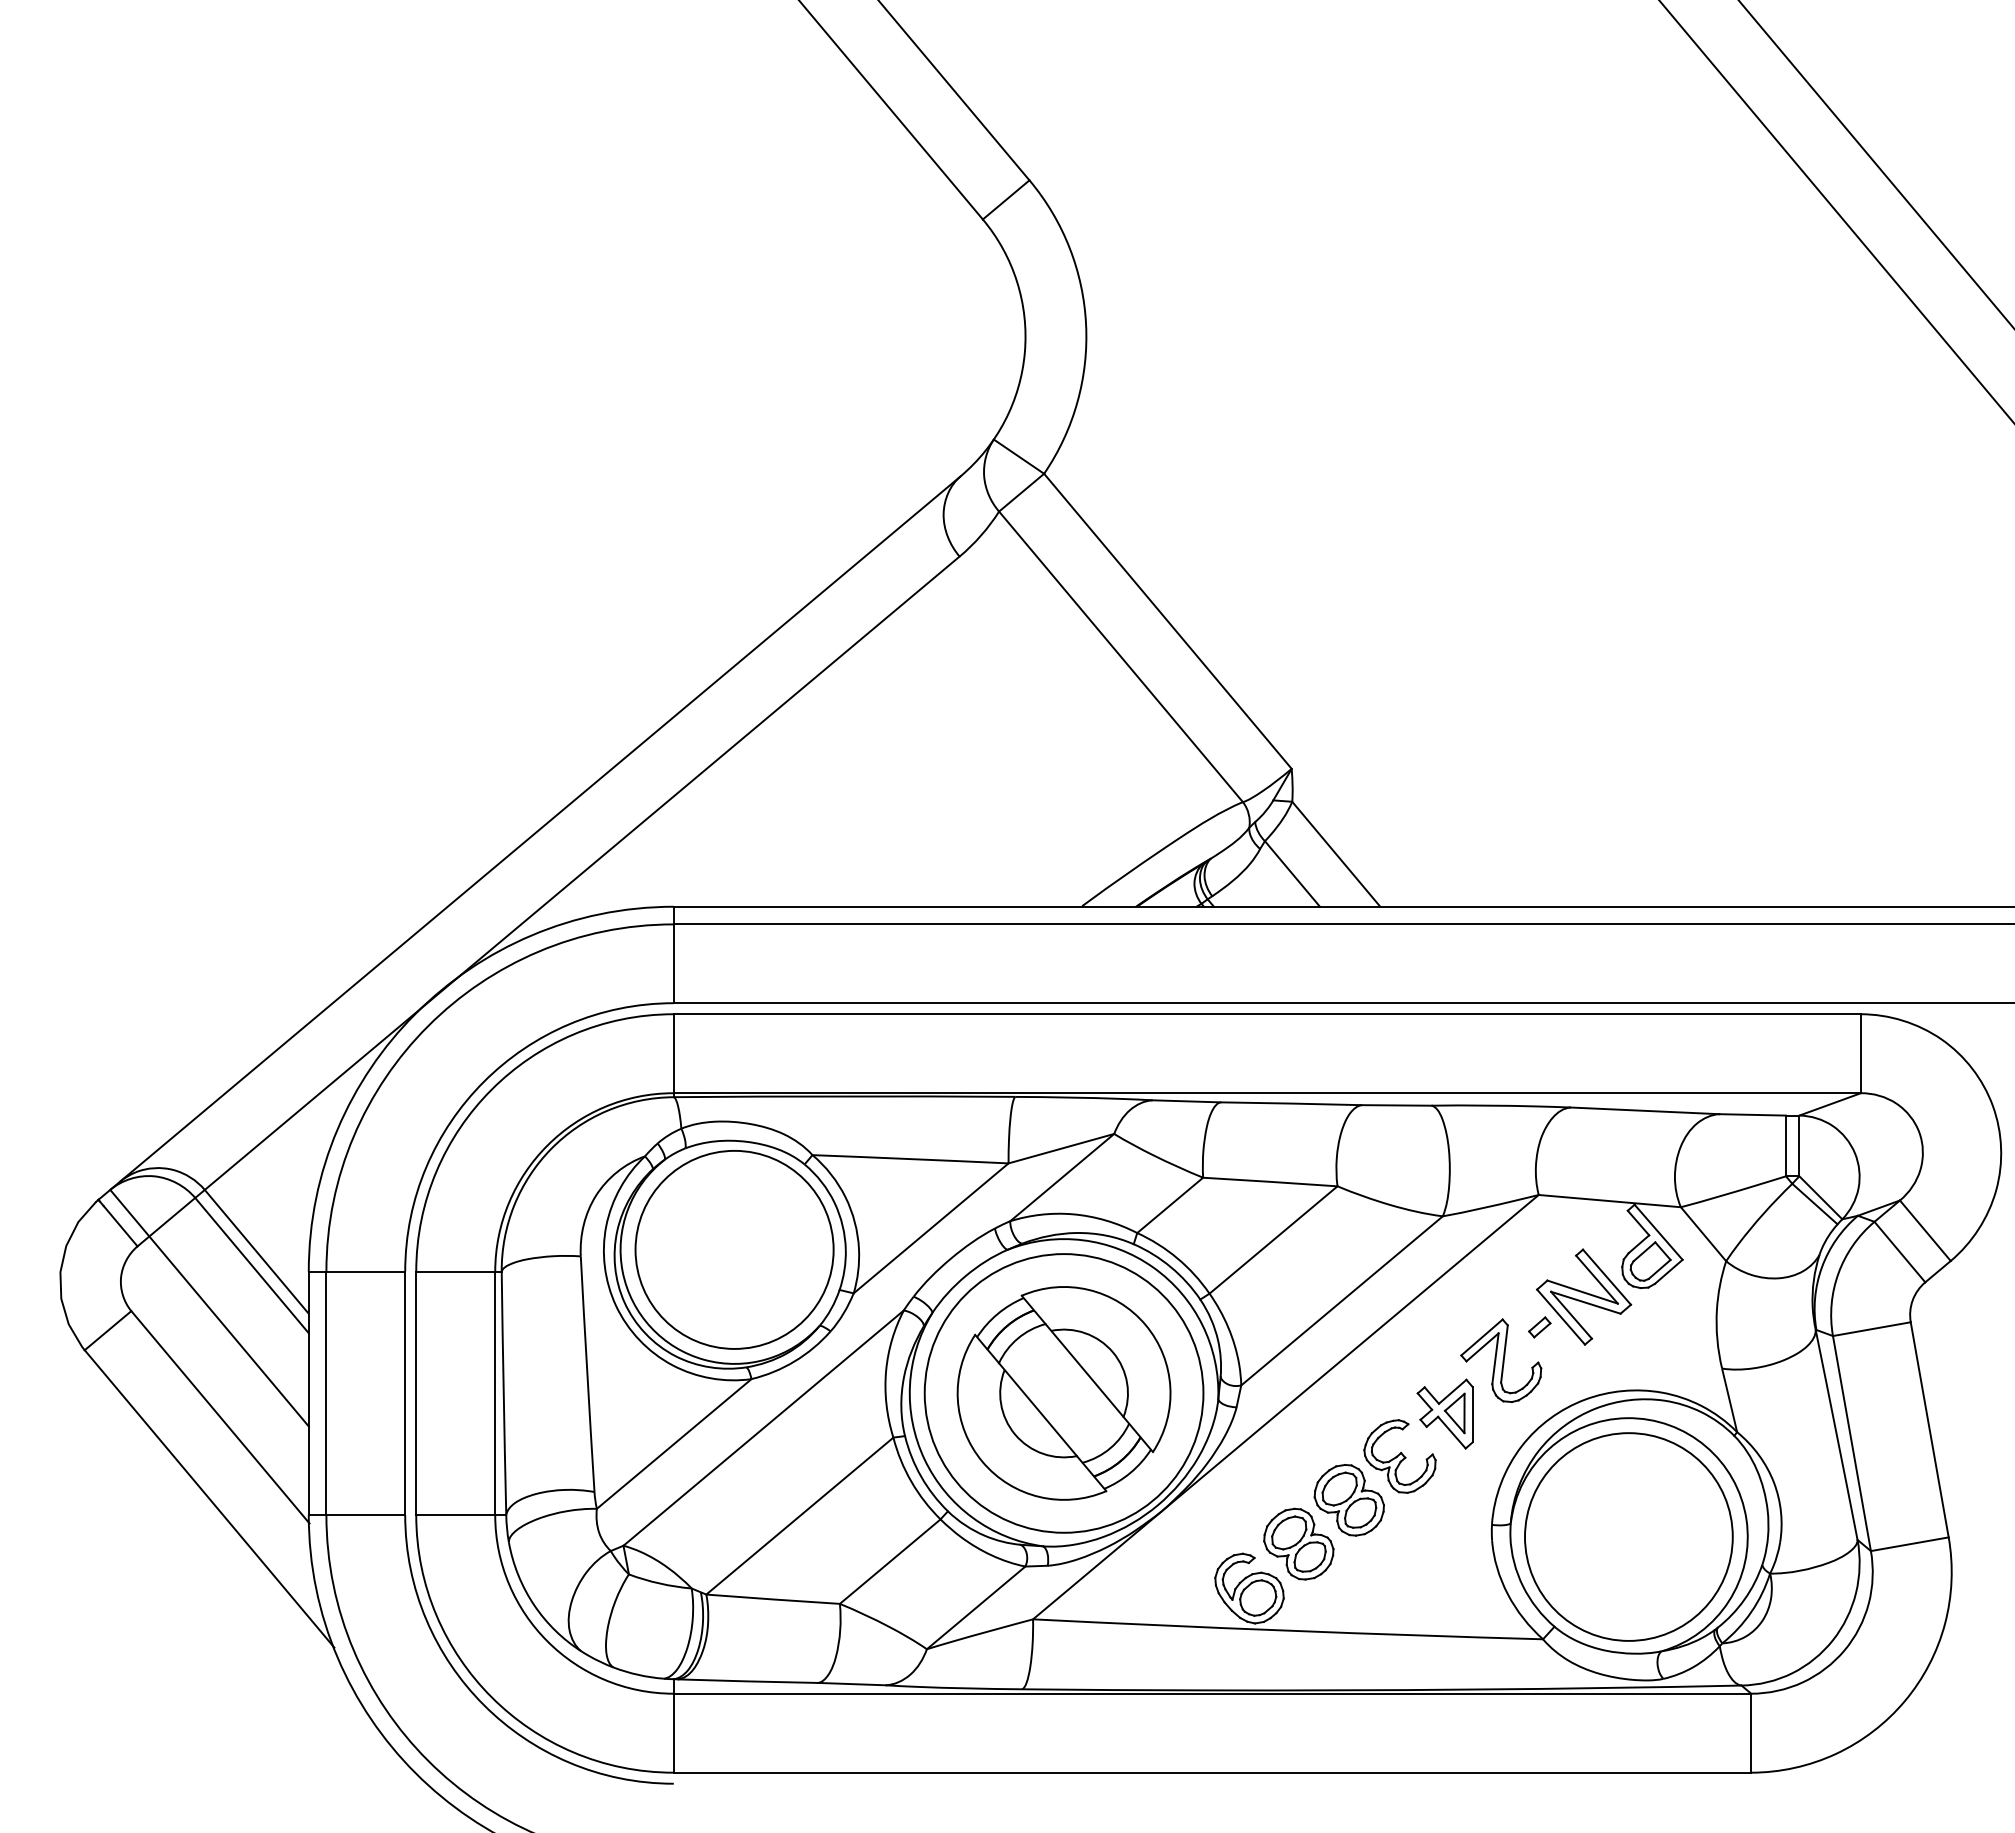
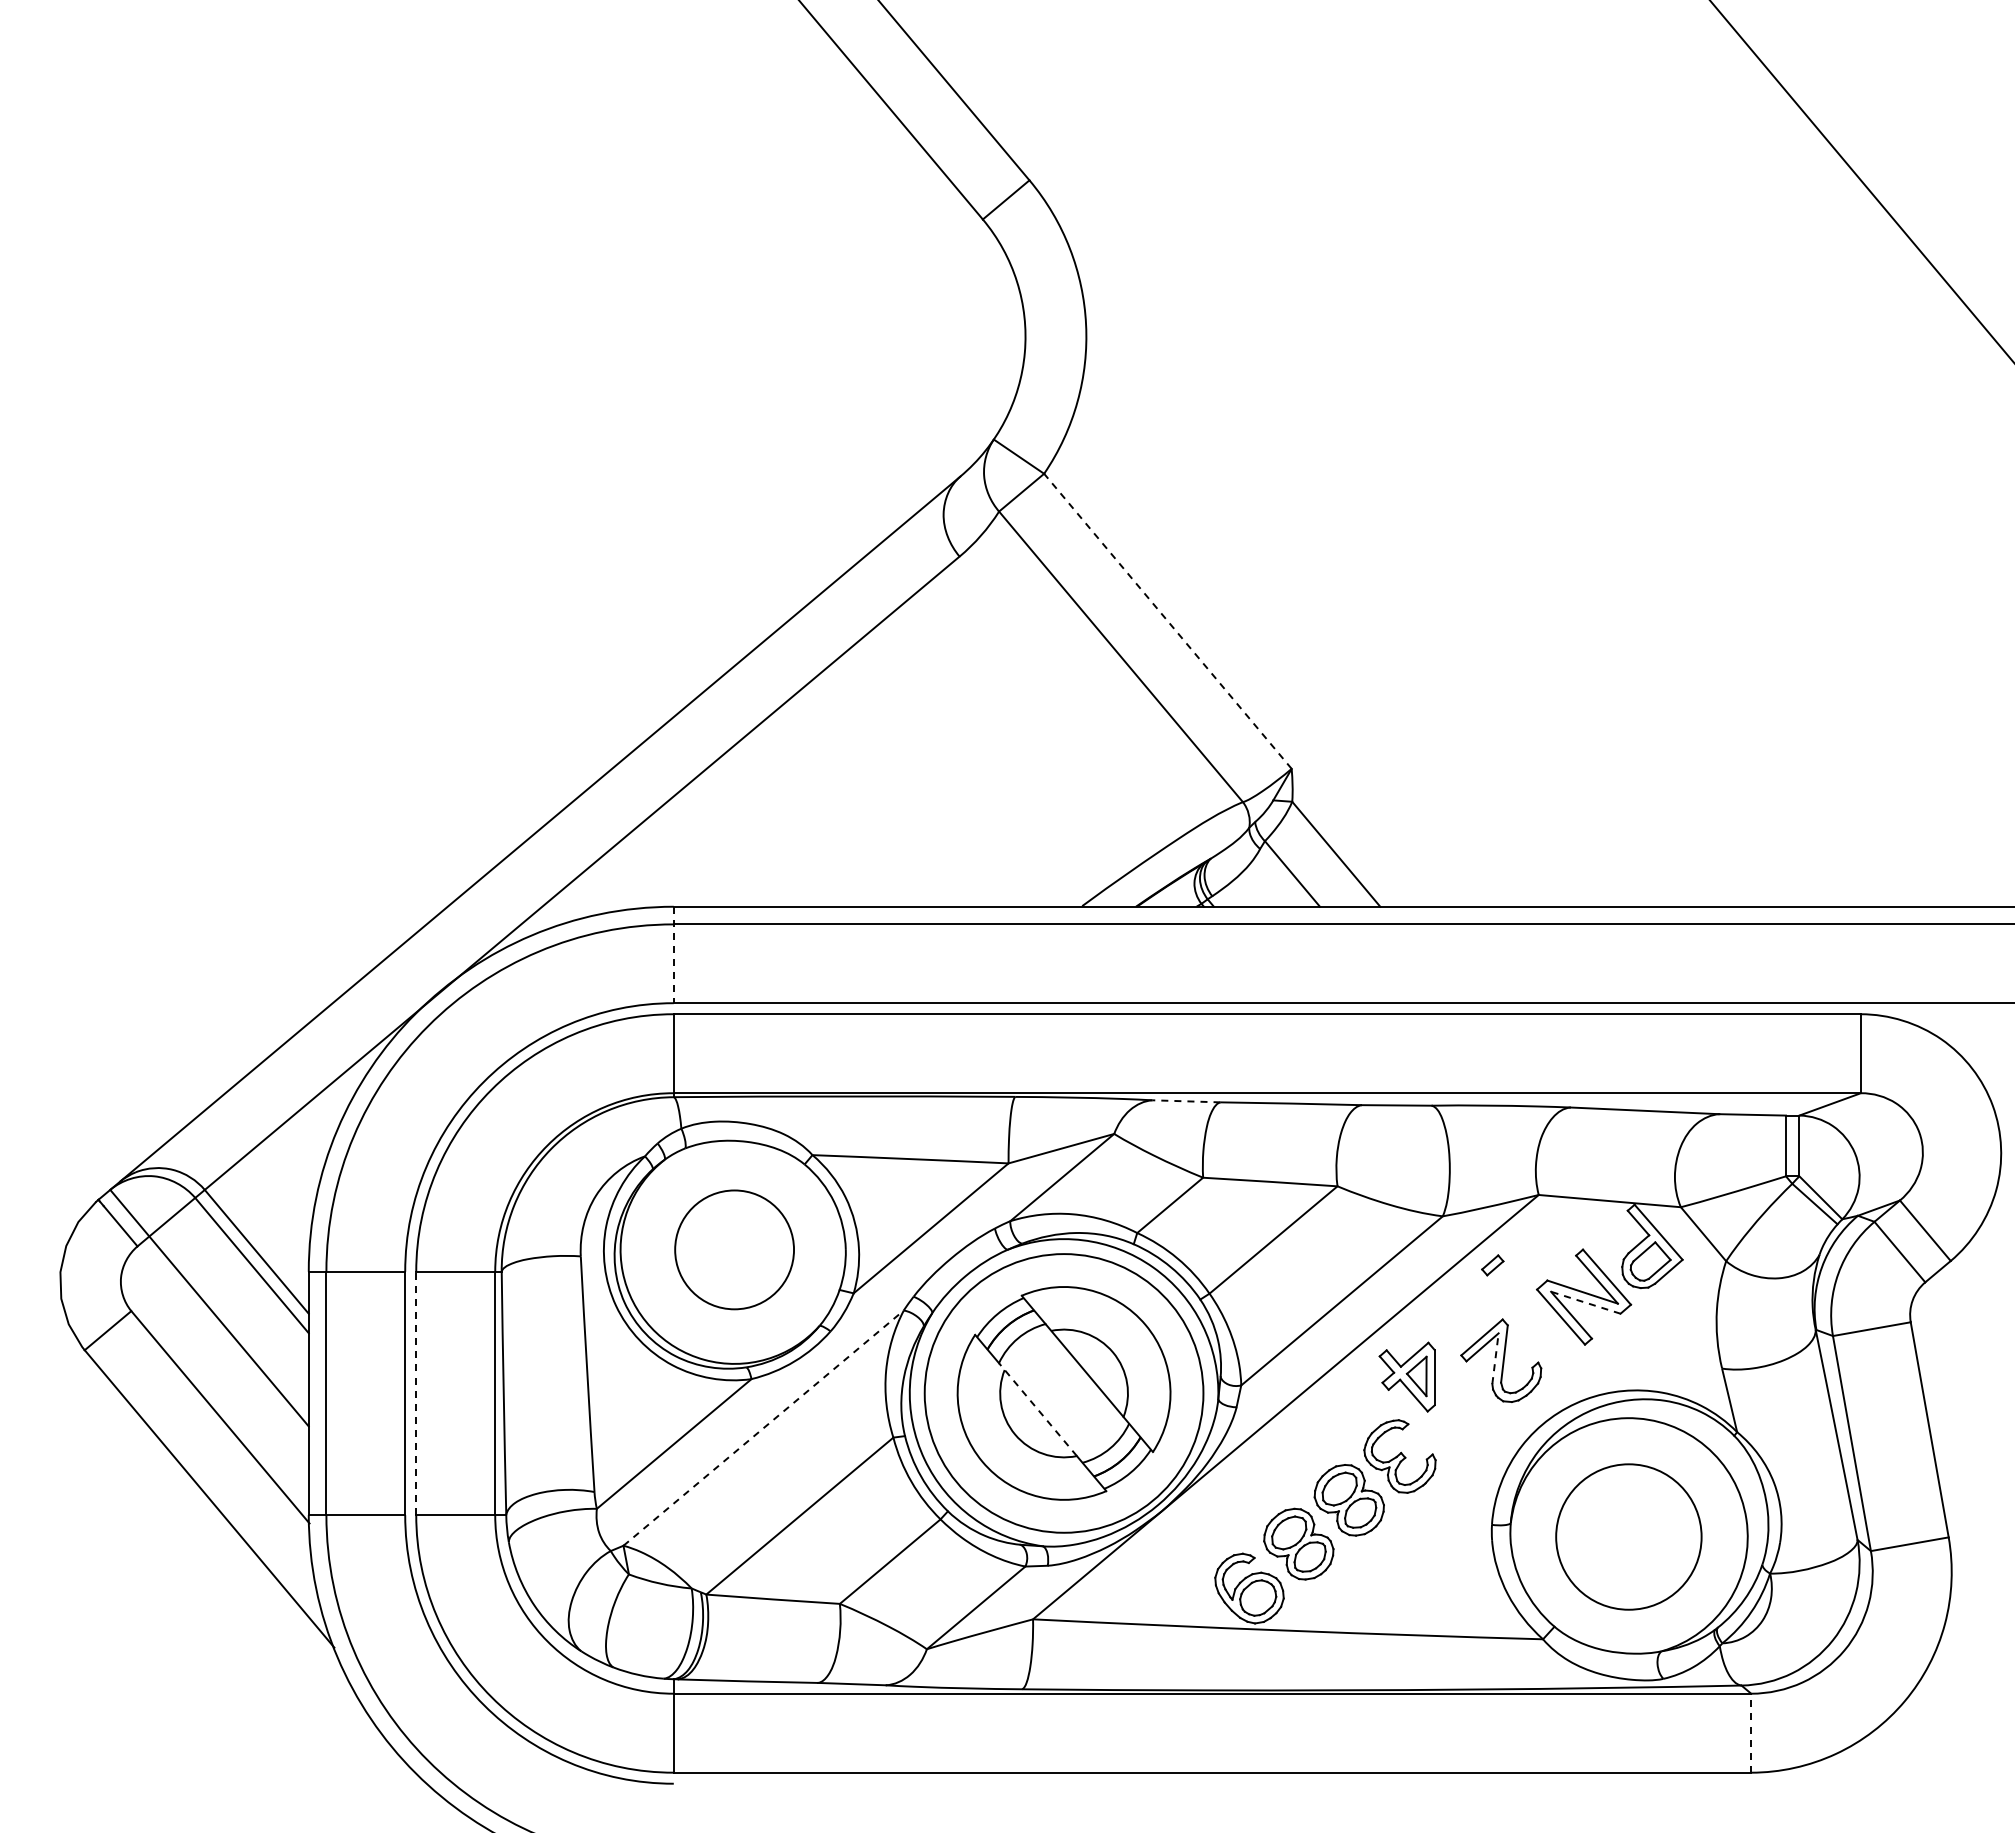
line at (1875, 163) position: (1875, 163) -> (1861, 180)
line at (1835, 211): present -> none
line at (1167, 621): solid -> dashed
line at (673, 955): solid -> dashed
line at (1186, 1101): solid -> dashed
circle at (734, 1249) diameter: 198 px -> 119 px
line at (1585, 1302): solid -> dashed
part at (1539, 1327) position: (1539, 1327) -> (1492, 1265)
line at (1495, 1358): solid -> dashed
line at (416, 1393): solid -> dashed
line at (1037, 1409): solid -> dashed
part at (1444, 1413) position: (1444, 1413) -> (1406, 1376)
line at (763, 1428): solid -> dashed
circle at (1628, 1536) diameter: 208 px -> 145 px
line at (1751, 1732): solid -> dashed
